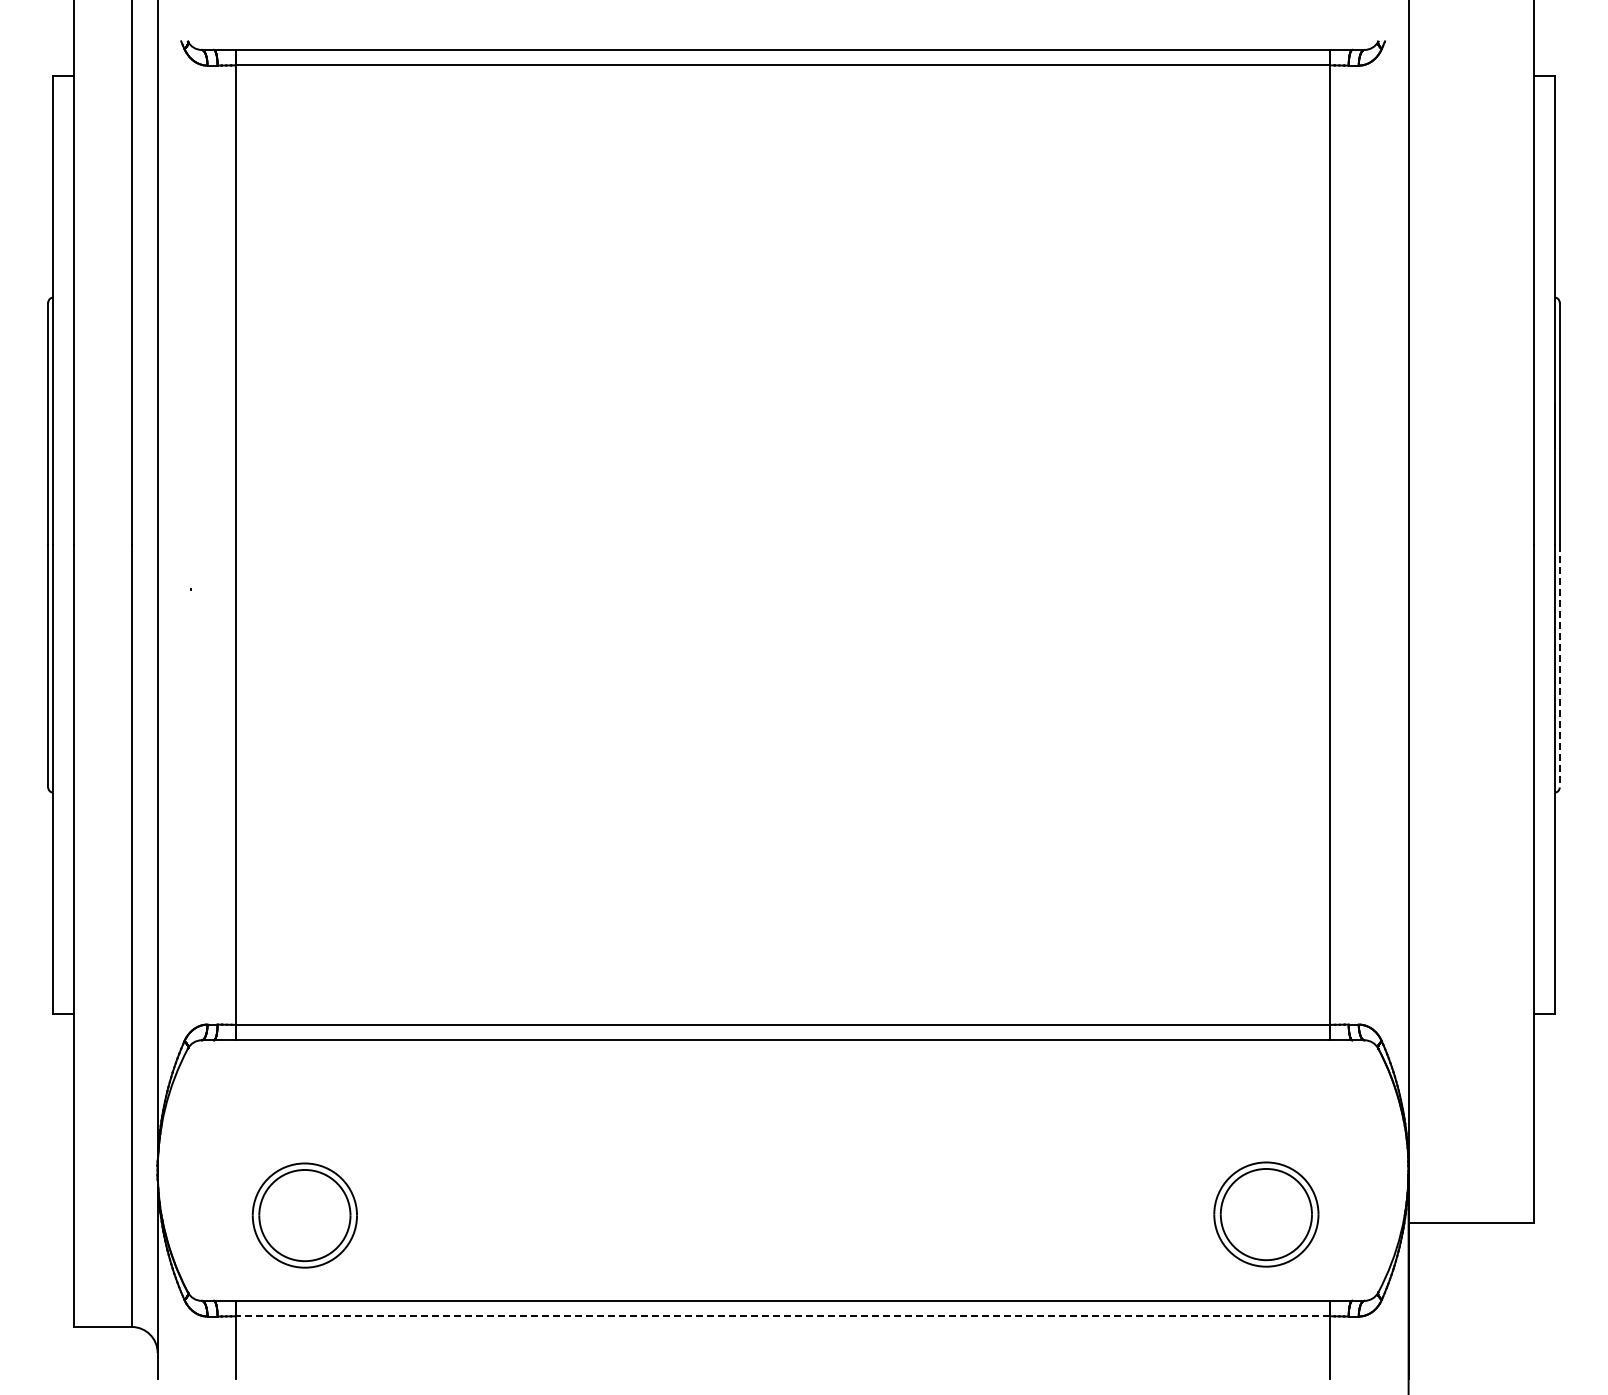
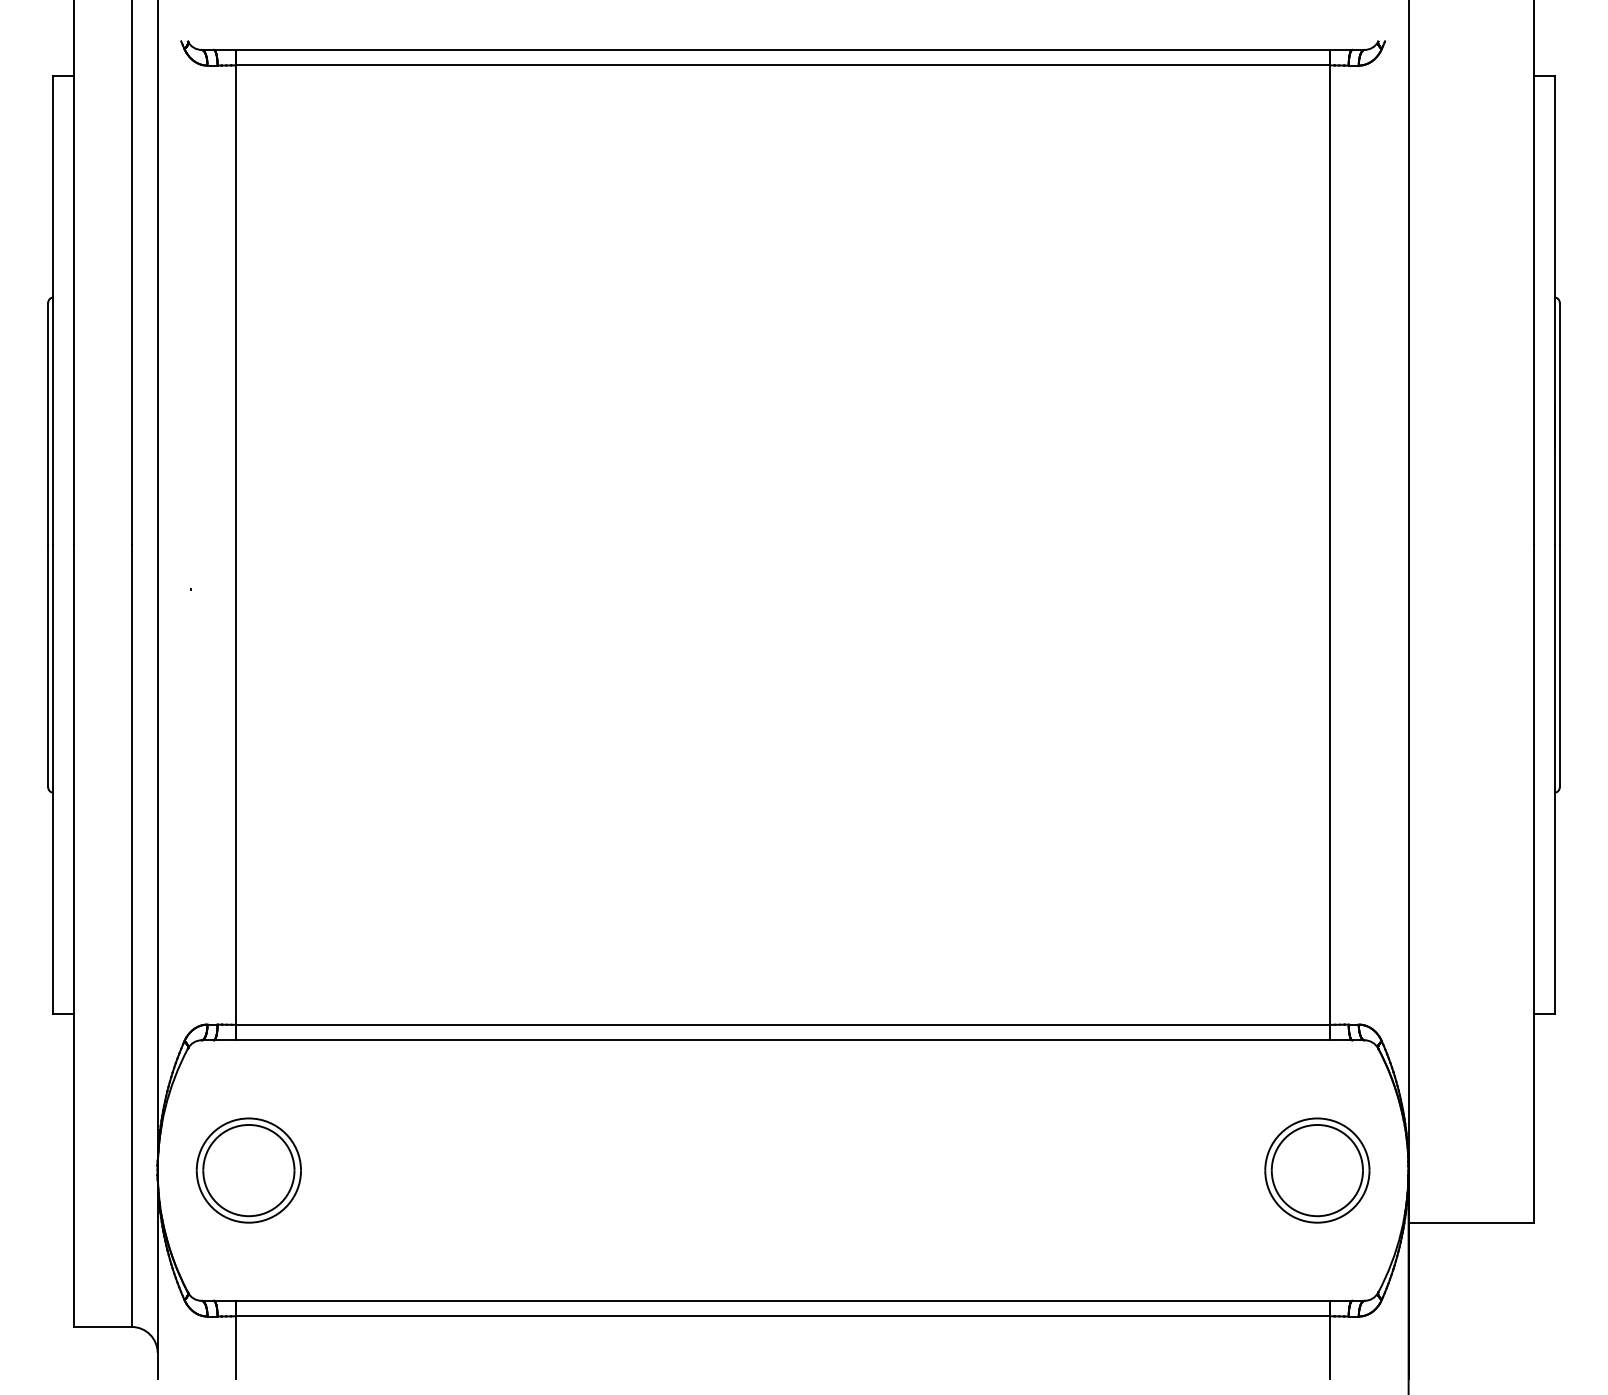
line at (1559, 666): dashed -> solid
part at (1266, 1214) position: (1266, 1214) -> (1317, 1170)
part at (304, 1215) position: (304, 1215) -> (248, 1170)
line at (782, 1316): dashed -> solid
